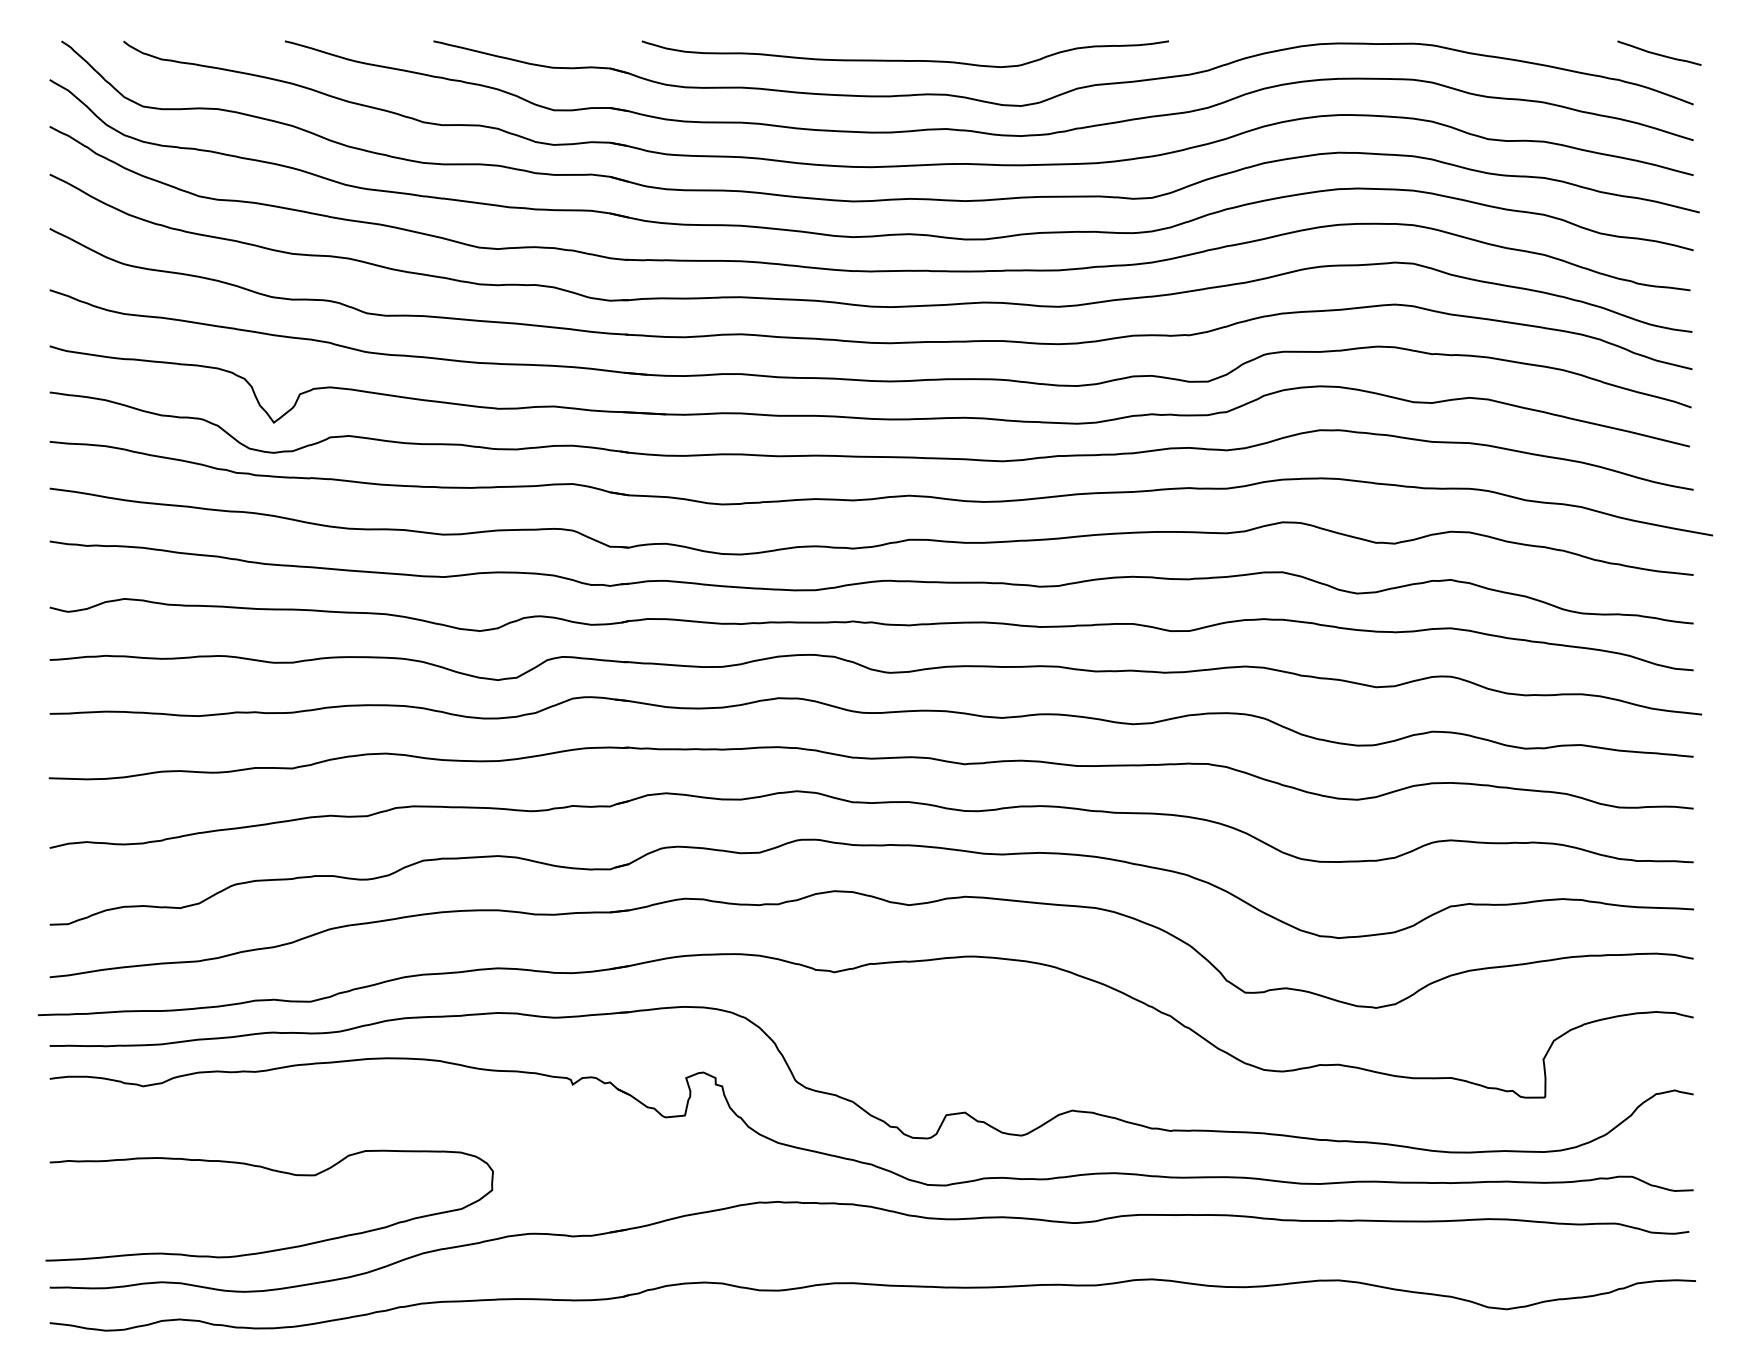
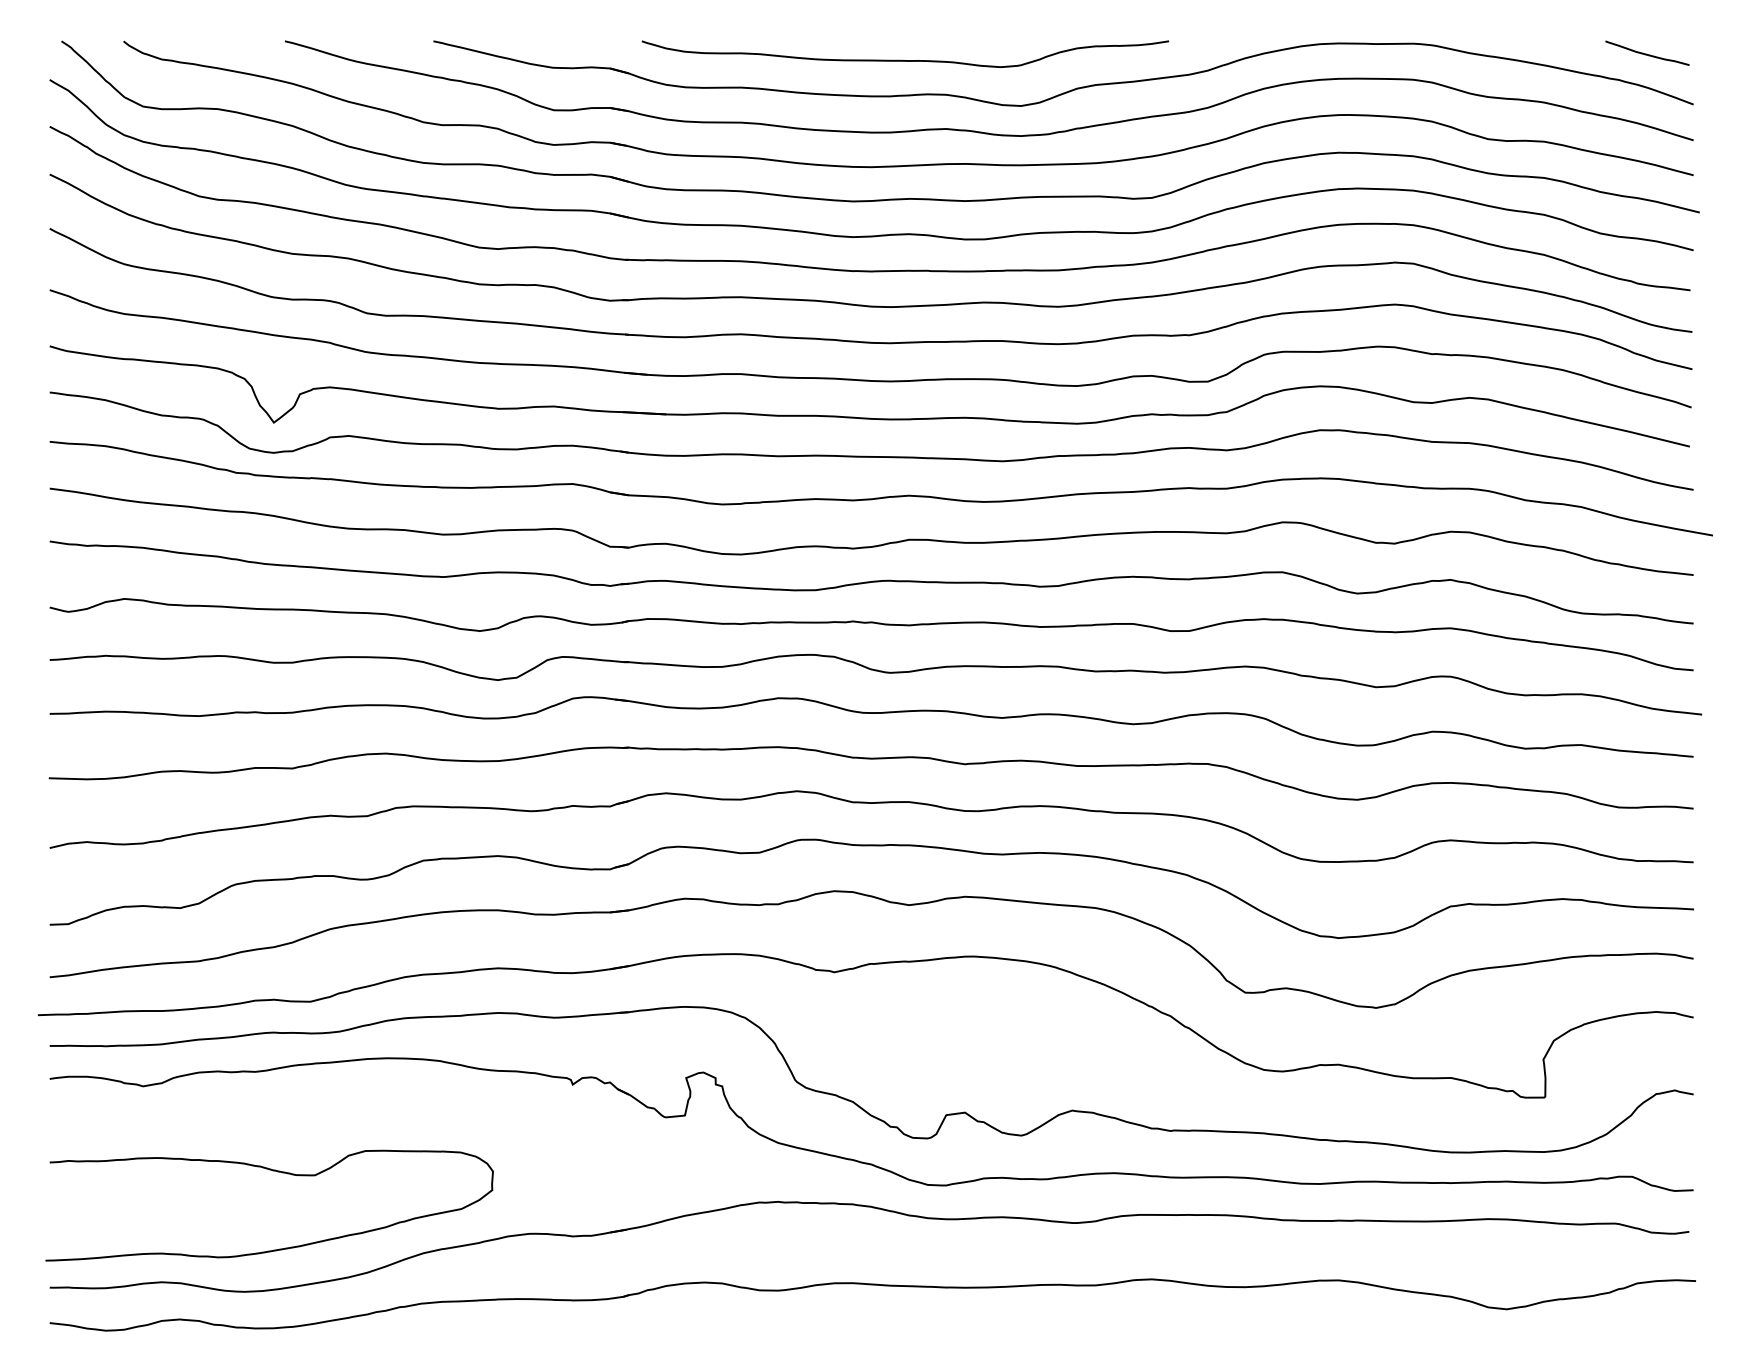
curve at (1658, 53) position: (1658, 53) -> (1646, 53)
